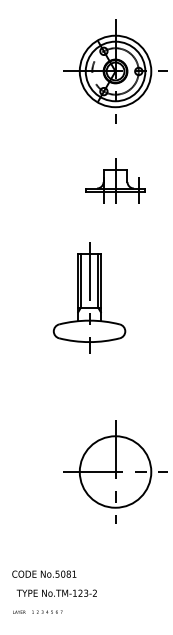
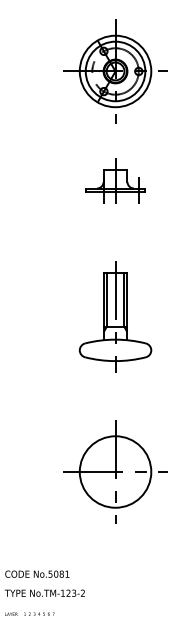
part at (89, 297) position: (89, 297) -> (115, 316)
text at (44, 573) position: (44, 573) -> (37, 573)
text at (56, 592) position: (56, 592) -> (44, 592)
text at (37, 611) position: (37, 611) -> (29, 613)
